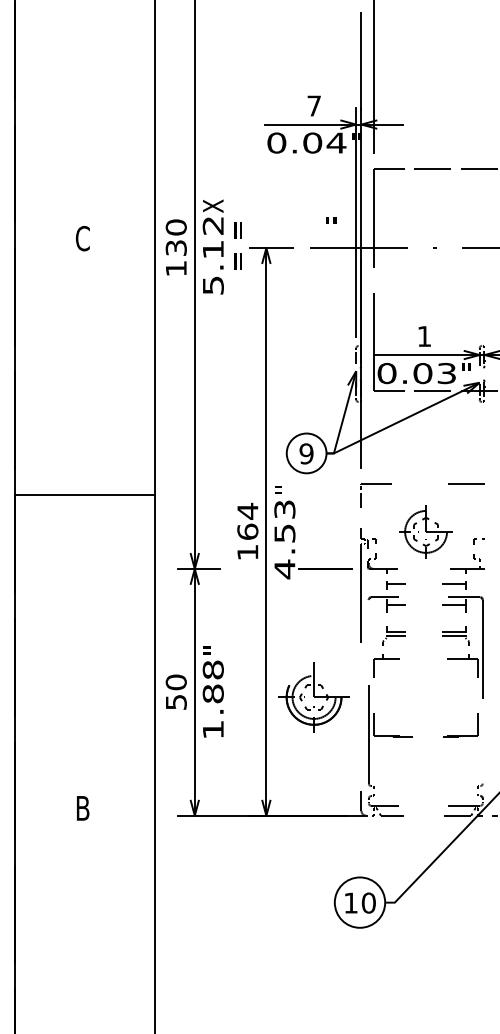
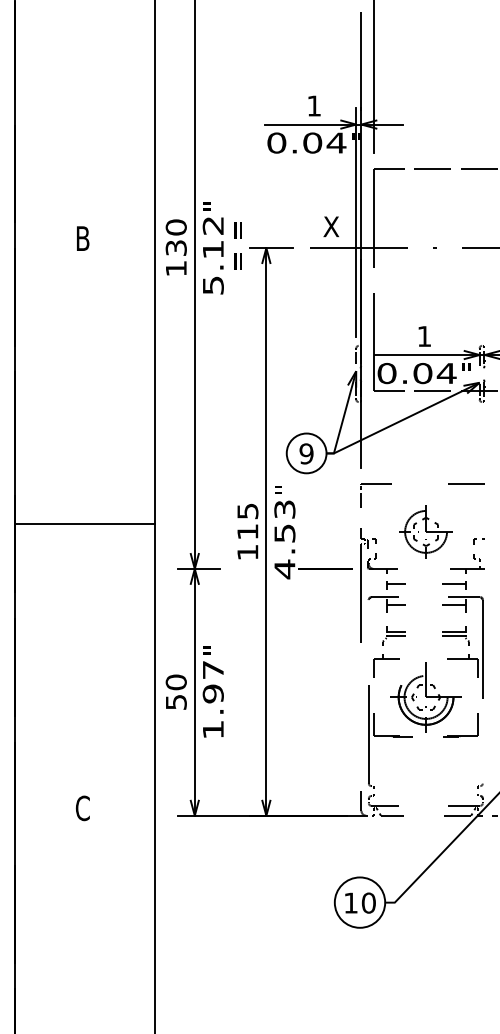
text at (313, 105): 7 -> 1
text at (213, 205): X -> "
text at (331, 226): " -> X
text at (82, 238): C -> B
text at (446, 373): 0.03 -> 0.04
line at (85, 494) position: (85, 494) -> (85, 523)
text at (247, 520): 164 -> 115
text at (212, 681): 1.88 -> 1.97
part at (313, 697) position: (313, 697) -> (425, 697)
text at (82, 808): B -> C
